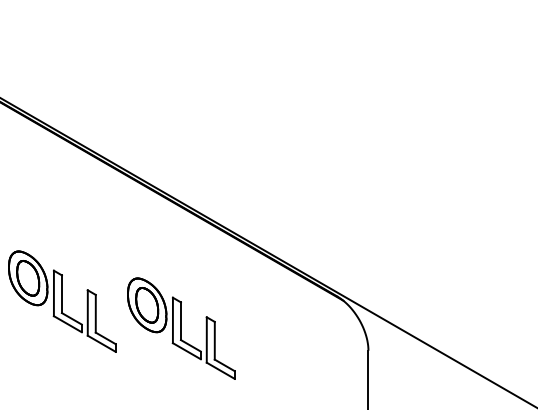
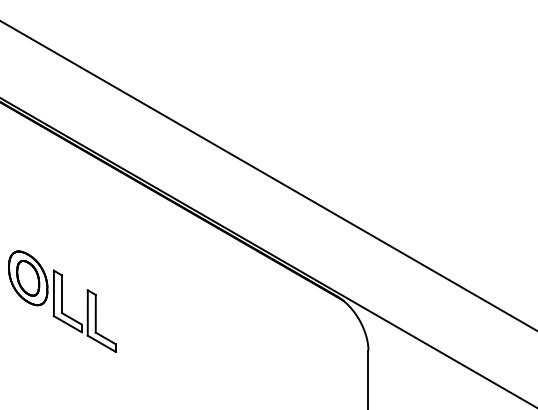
line at (268, 175): none -> present
part at (181, 328): present -> none
